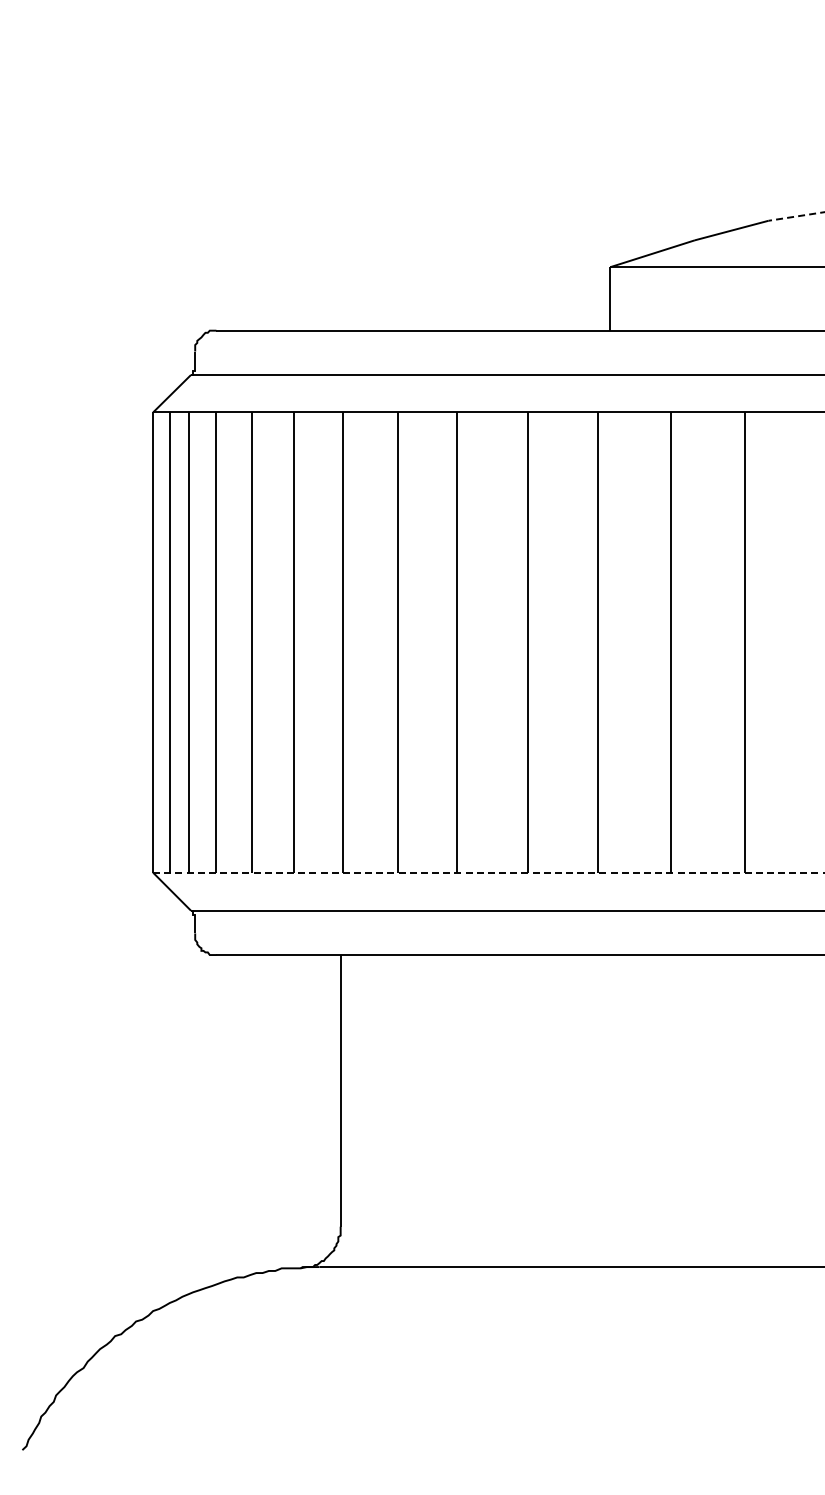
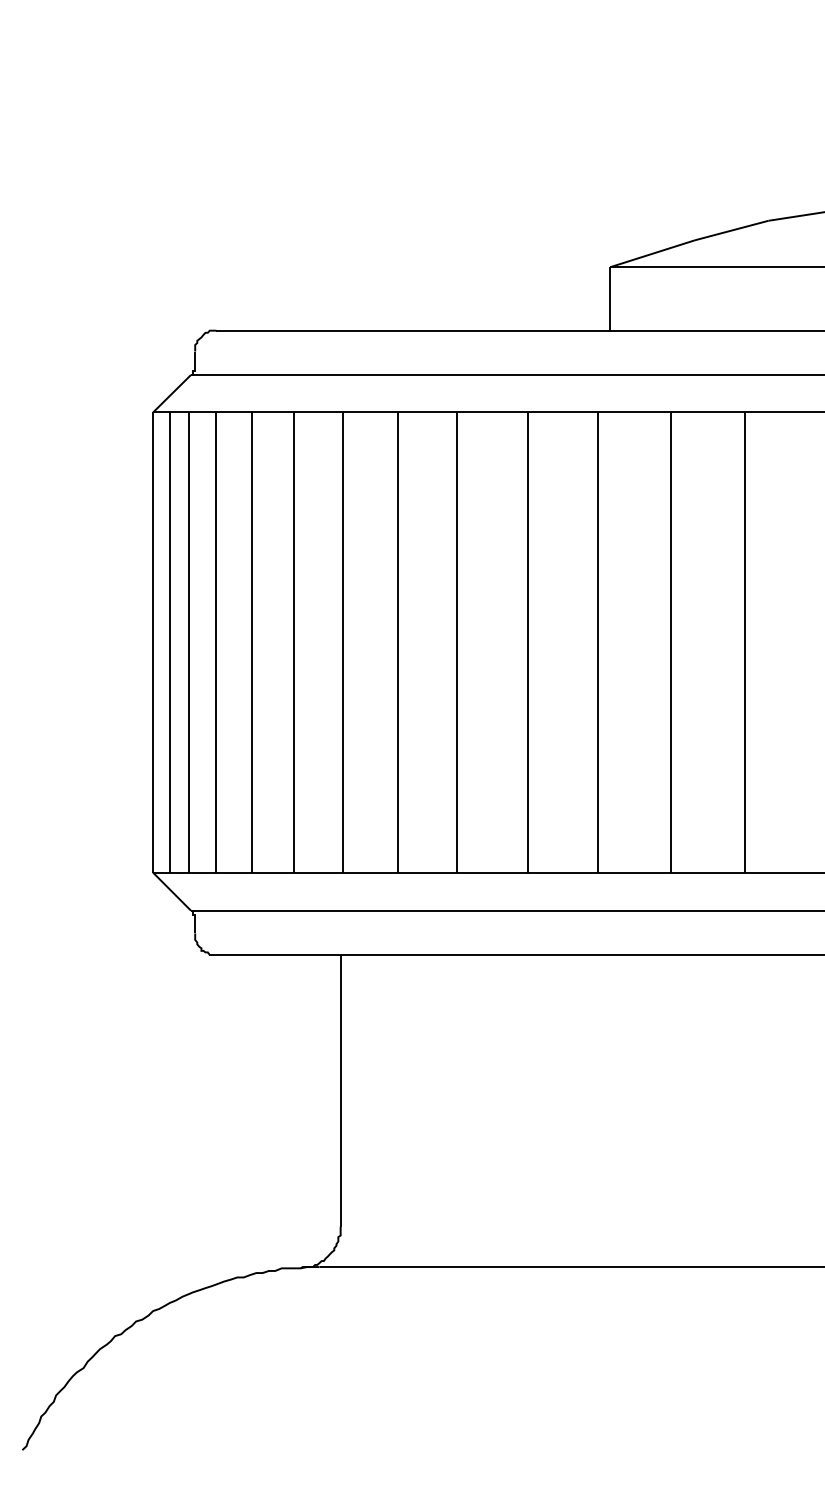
line at (796, 216): dashed -> solid
line at (489, 872): dashed -> solid
